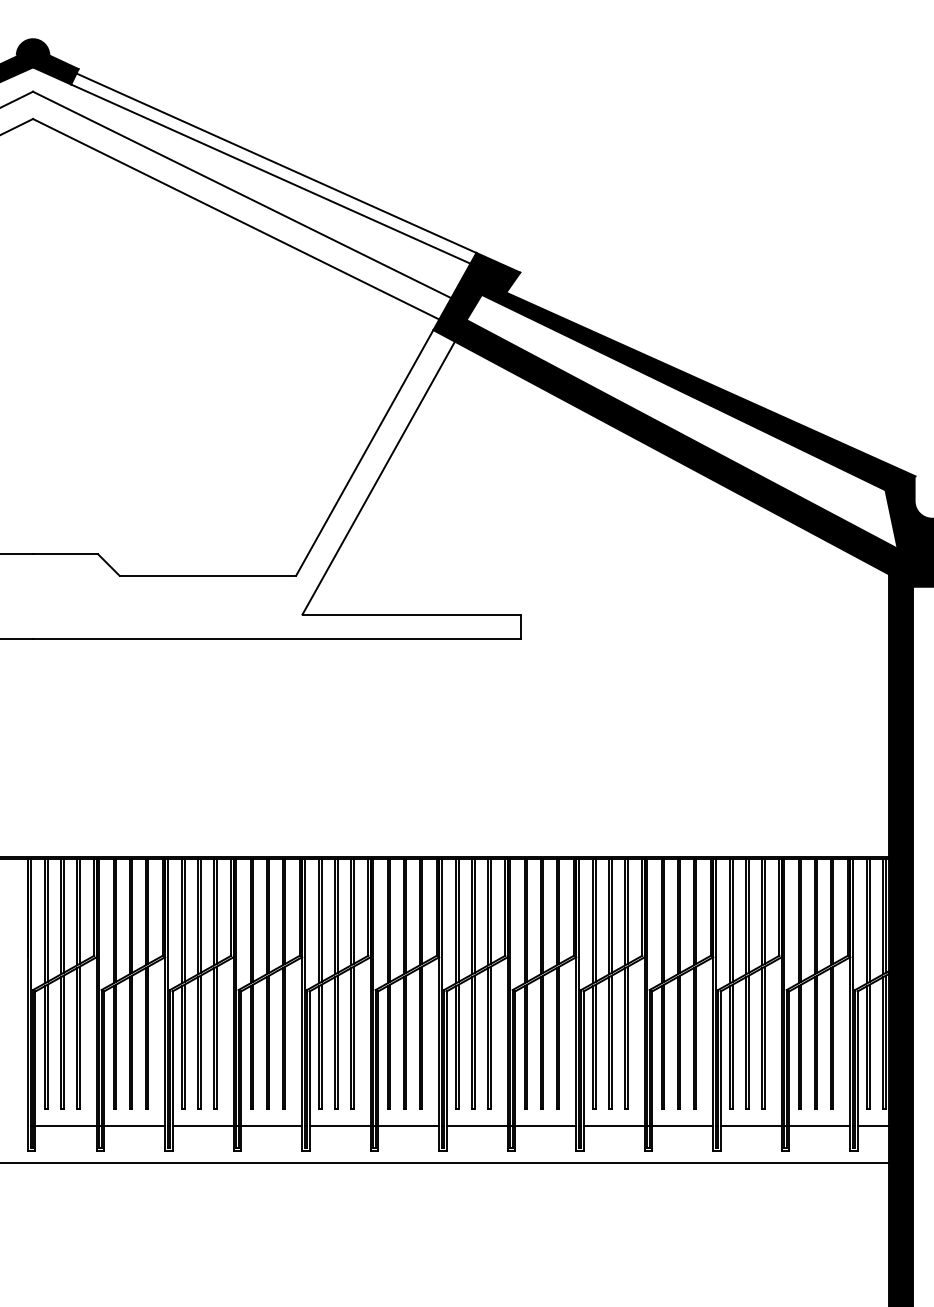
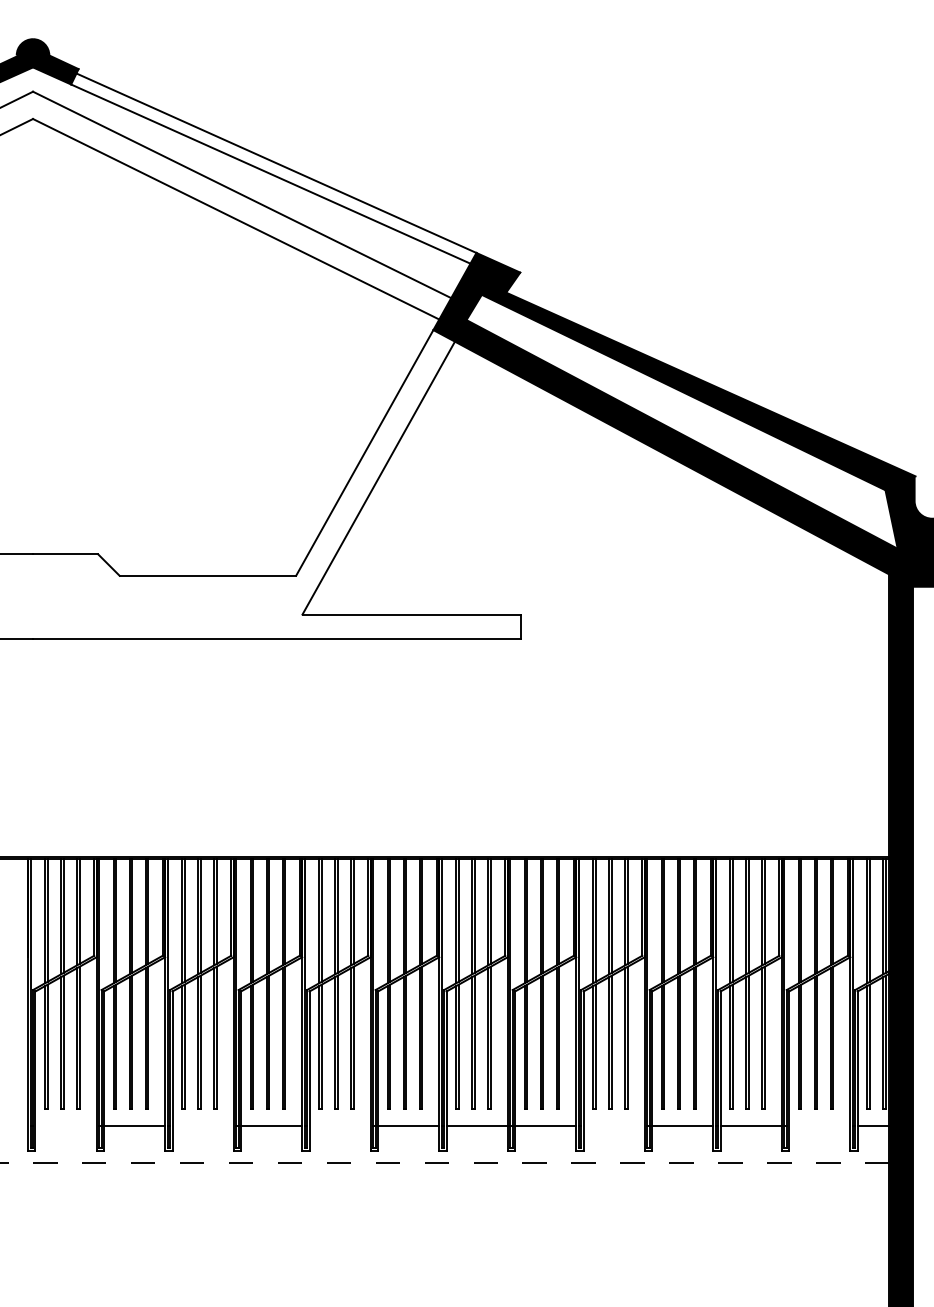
line at (65, 1126): present -> none
line at (202, 1126): present -> none
line at (339, 1126): present -> none
line at (613, 1126): present -> none
line at (819, 1126): present -> none
line at (444, 1162): solid -> dashed
